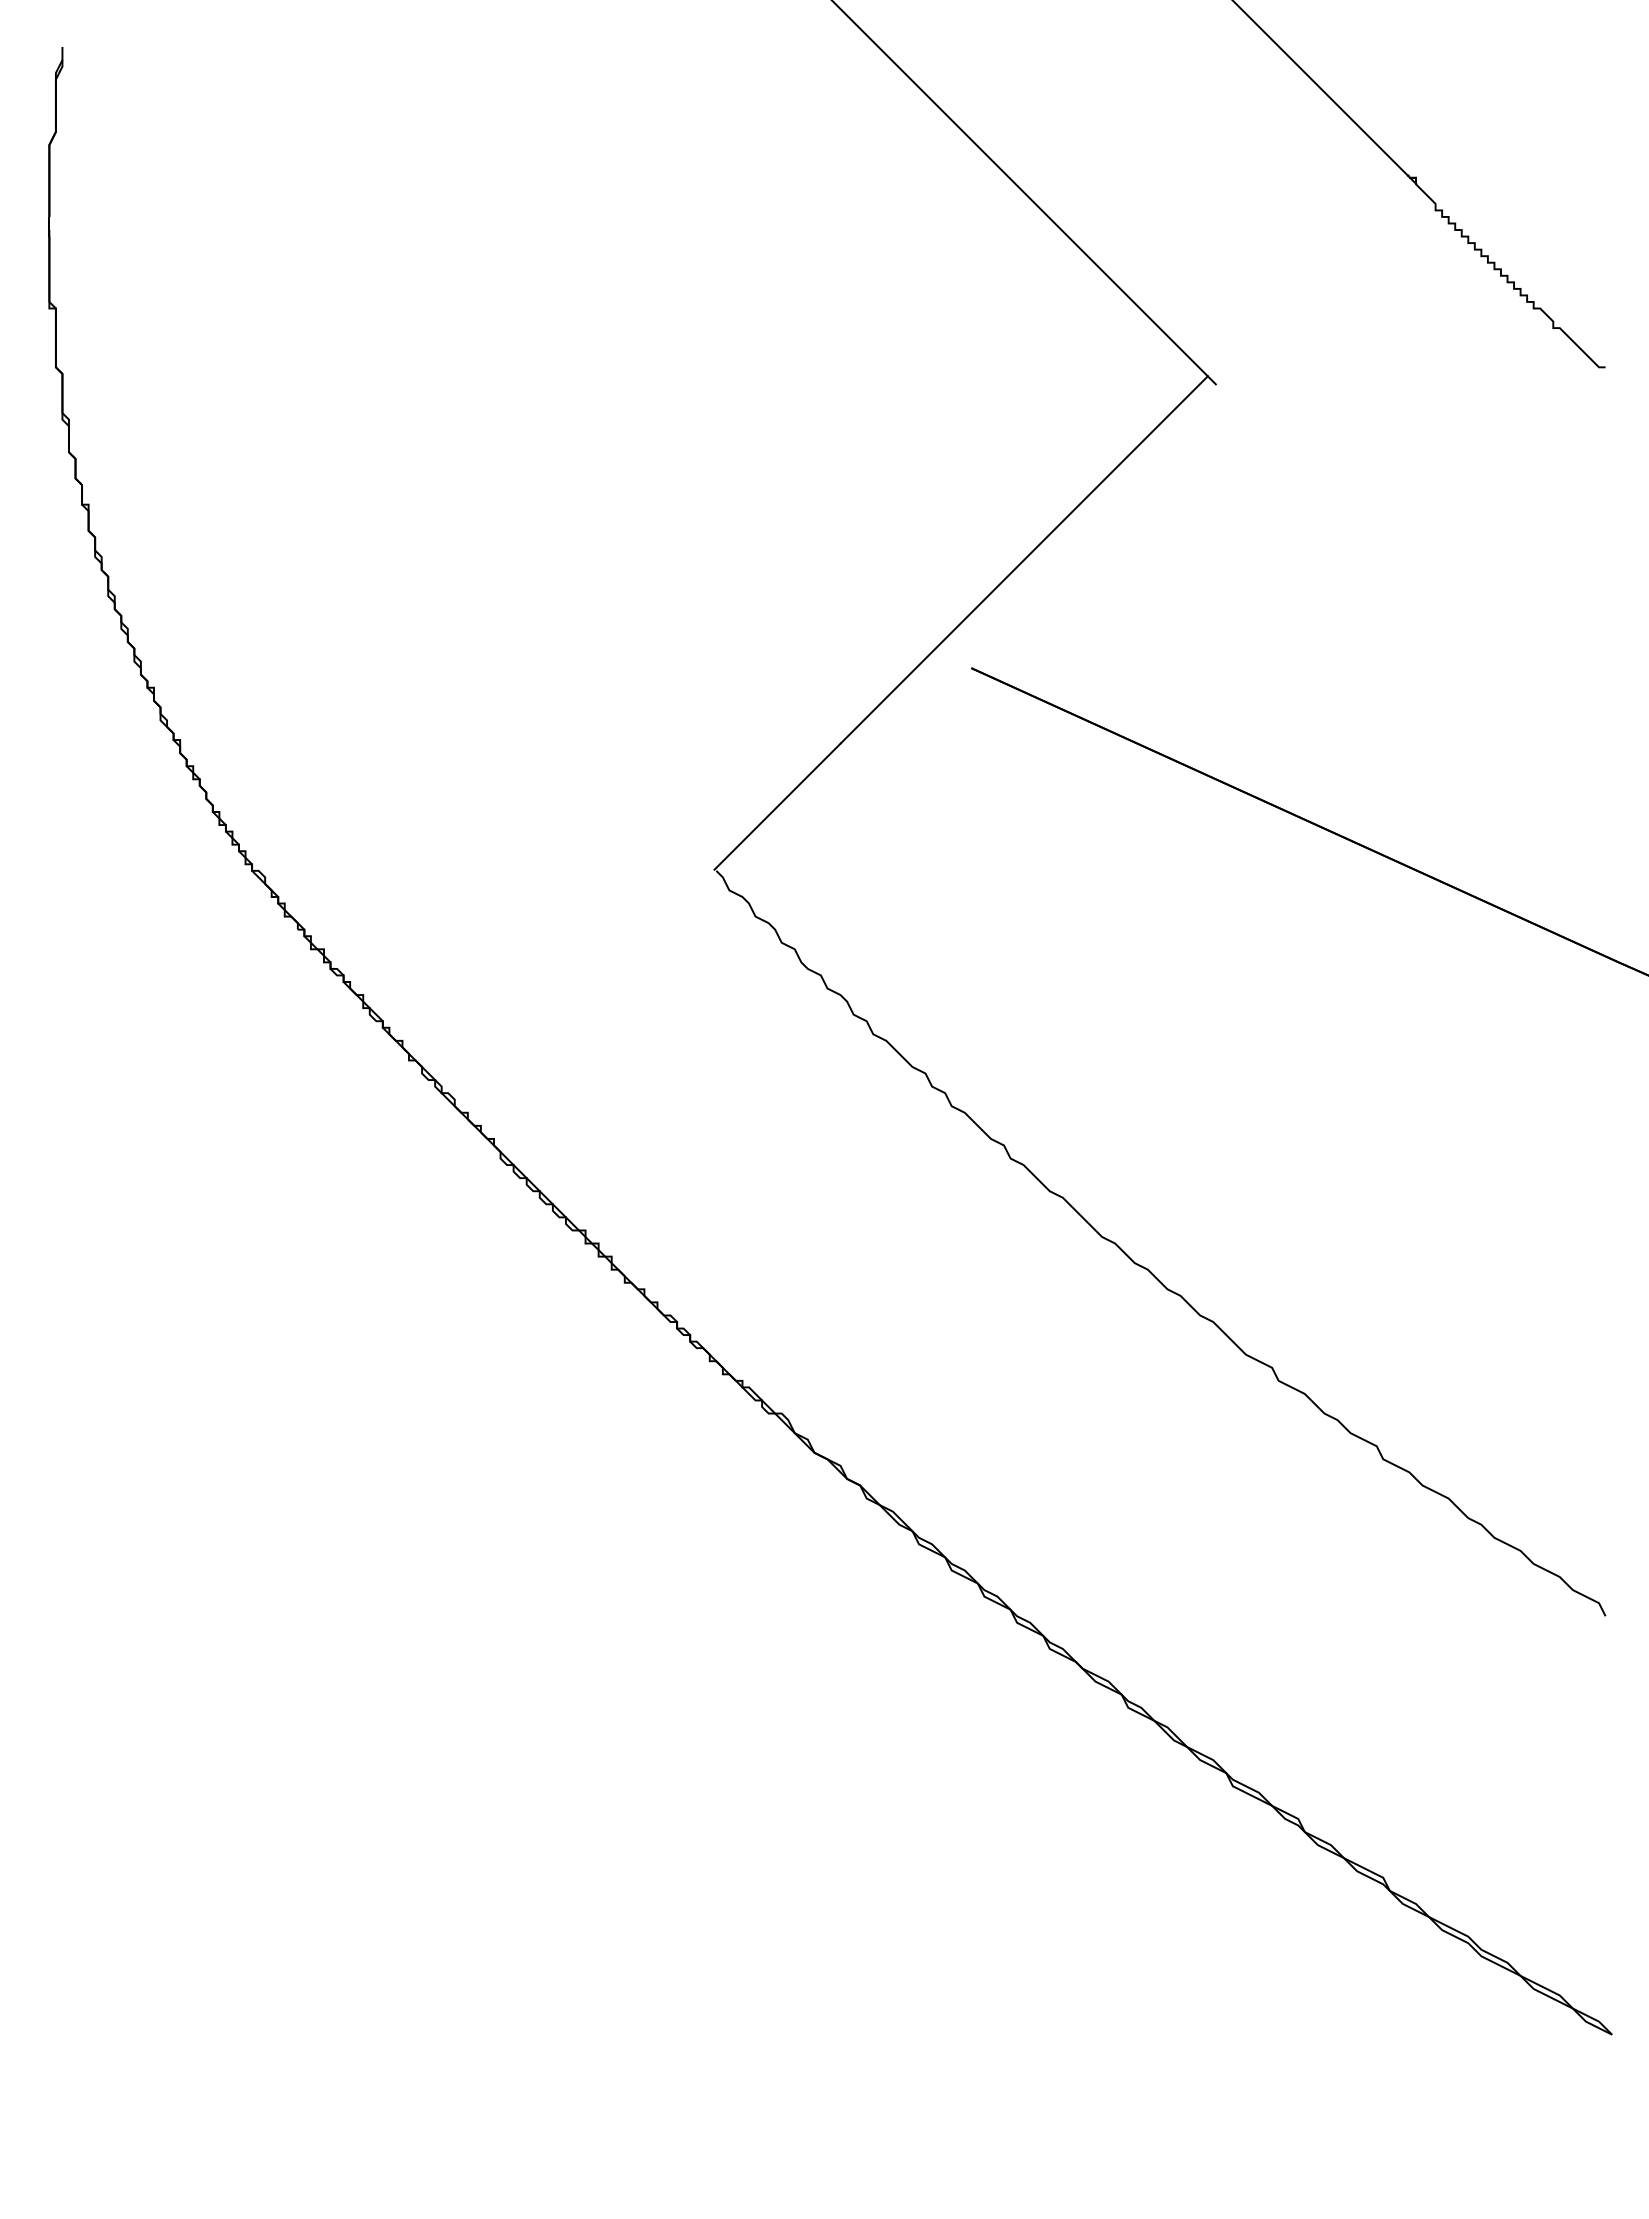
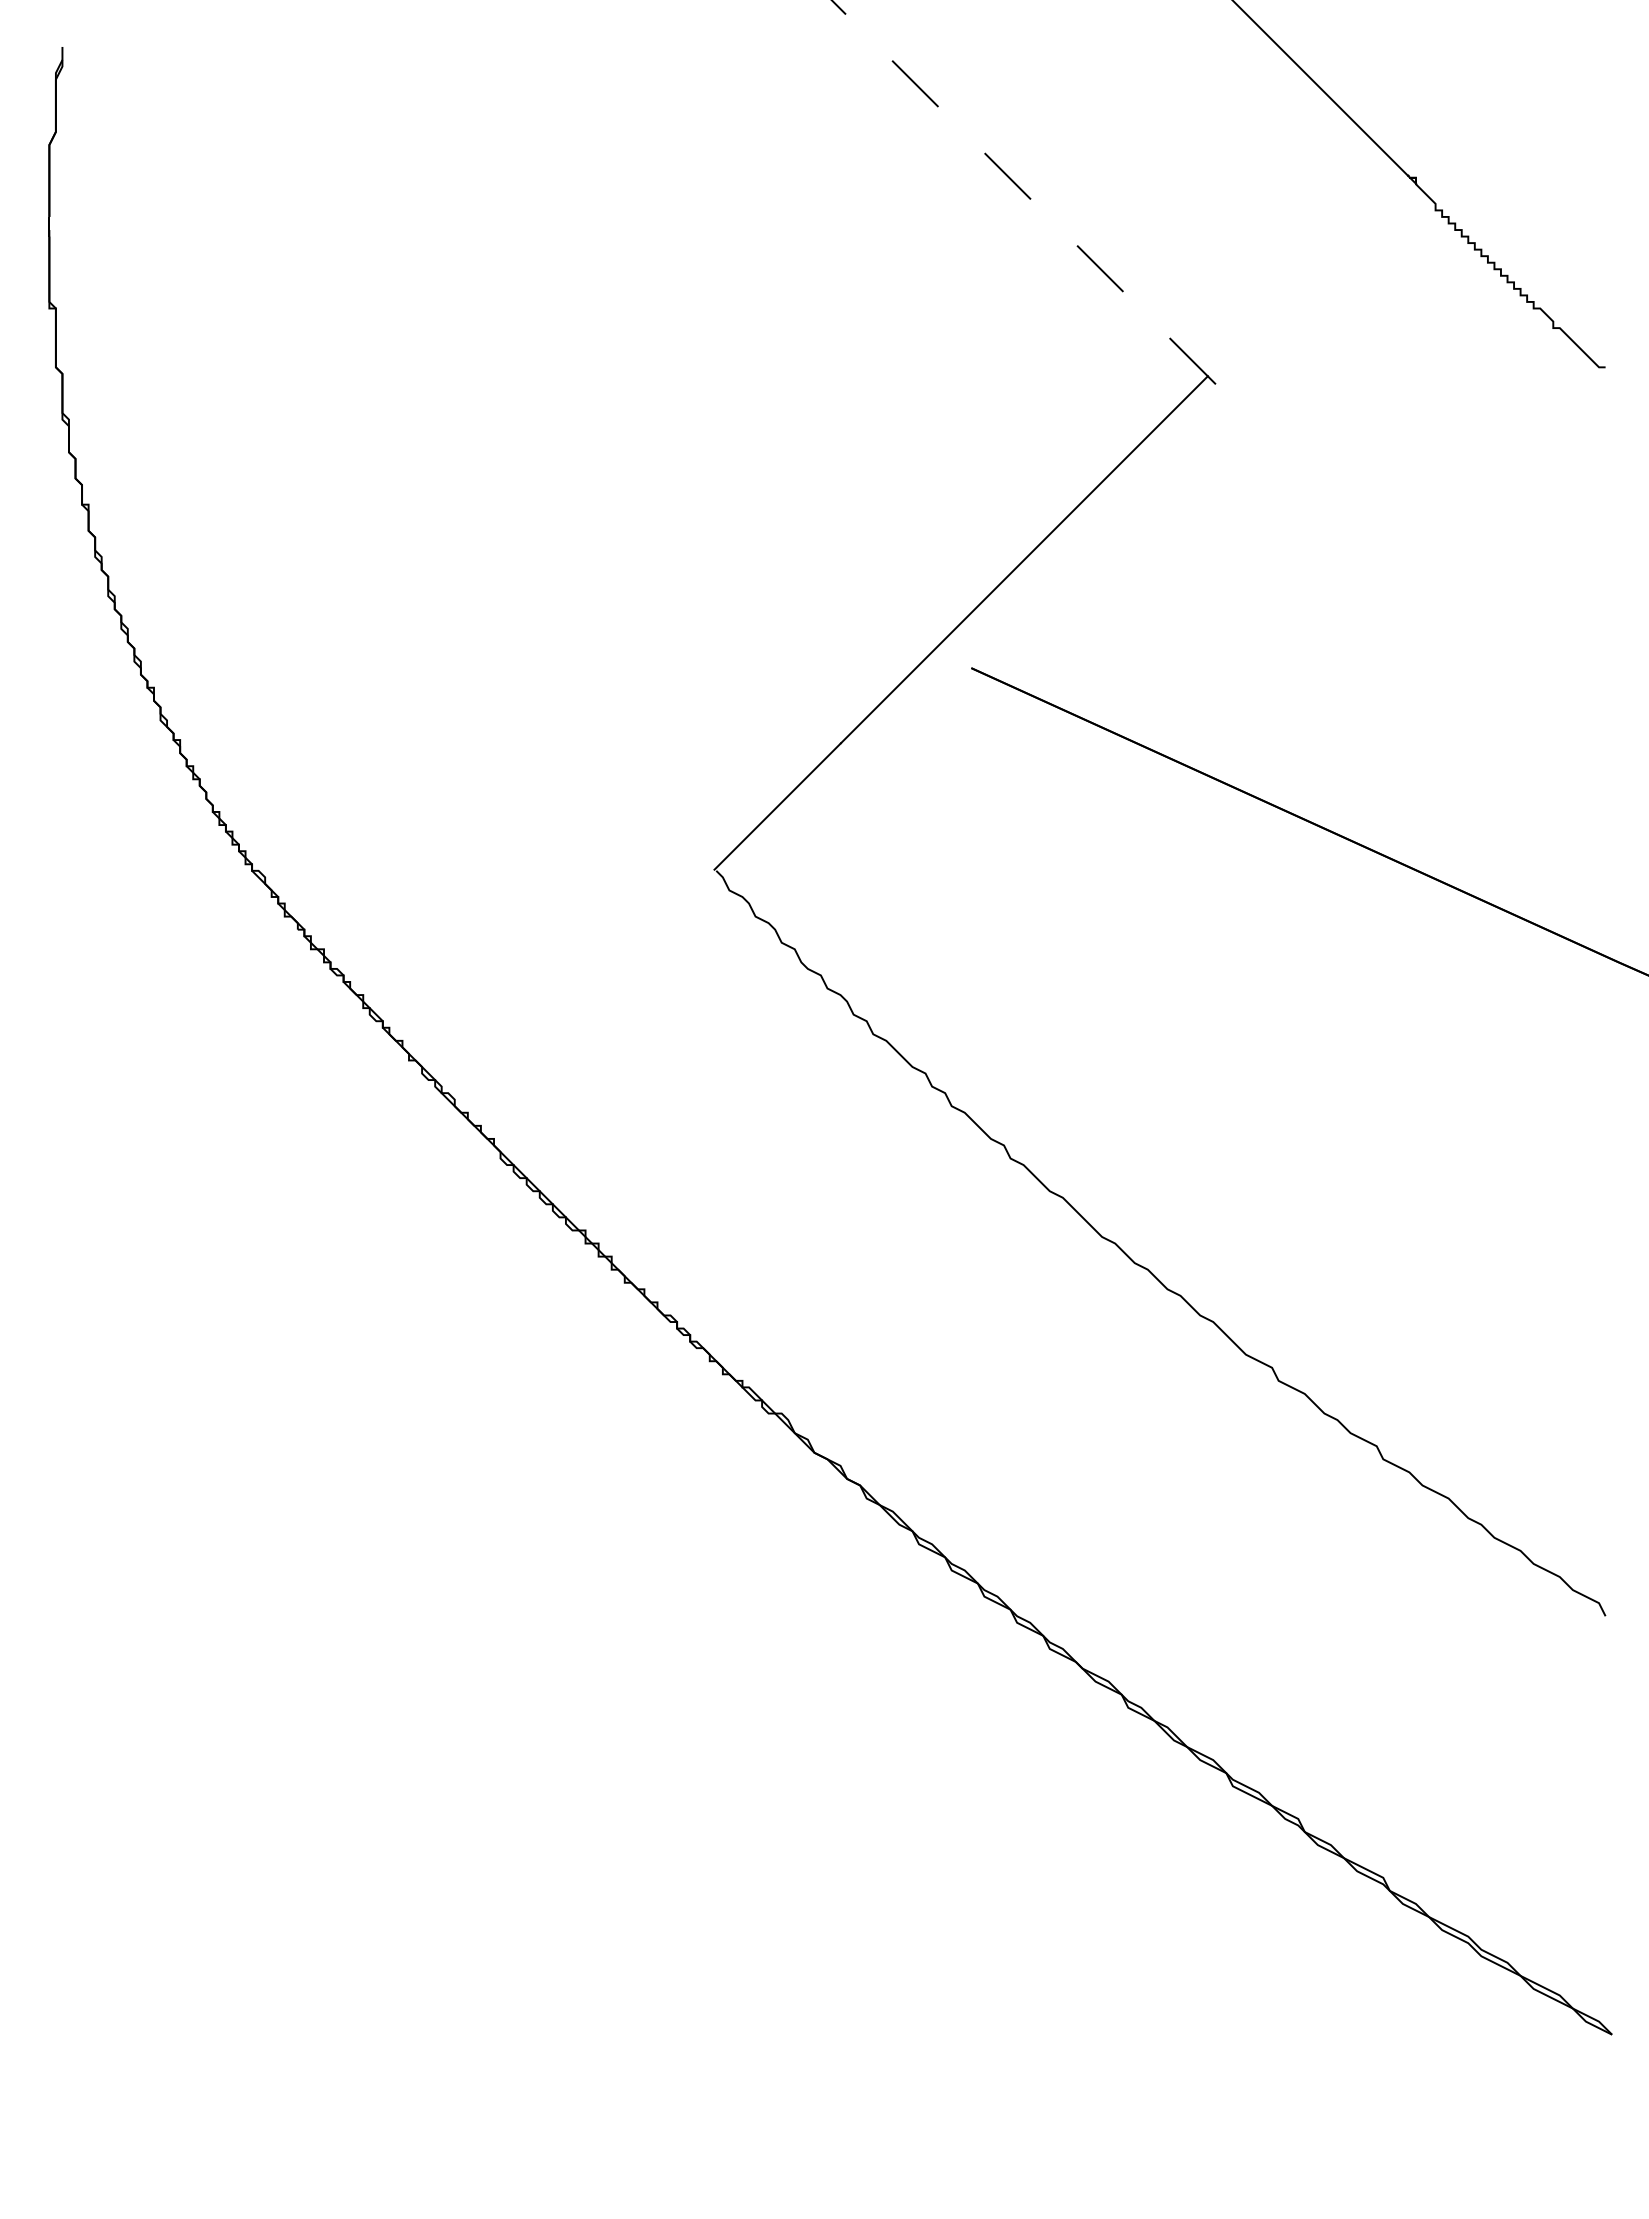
line at (1023, 192): solid -> dashed
